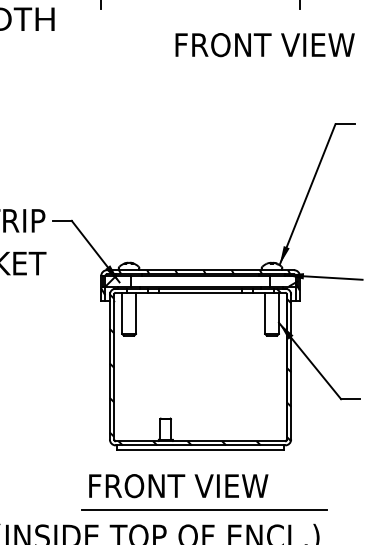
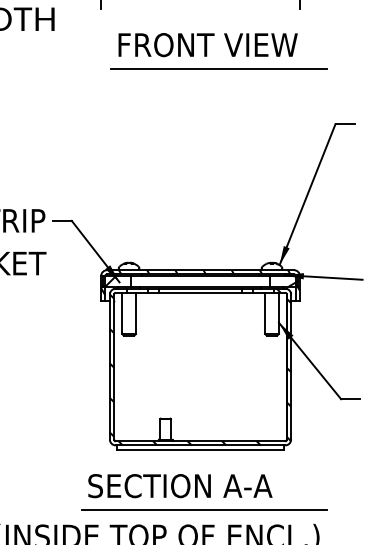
text at (264, 45) position: (264, 45) -> (207, 45)
line at (219, 68): none -> present
text at (180, 486): FRONT VIEW -> SECTION A-A
